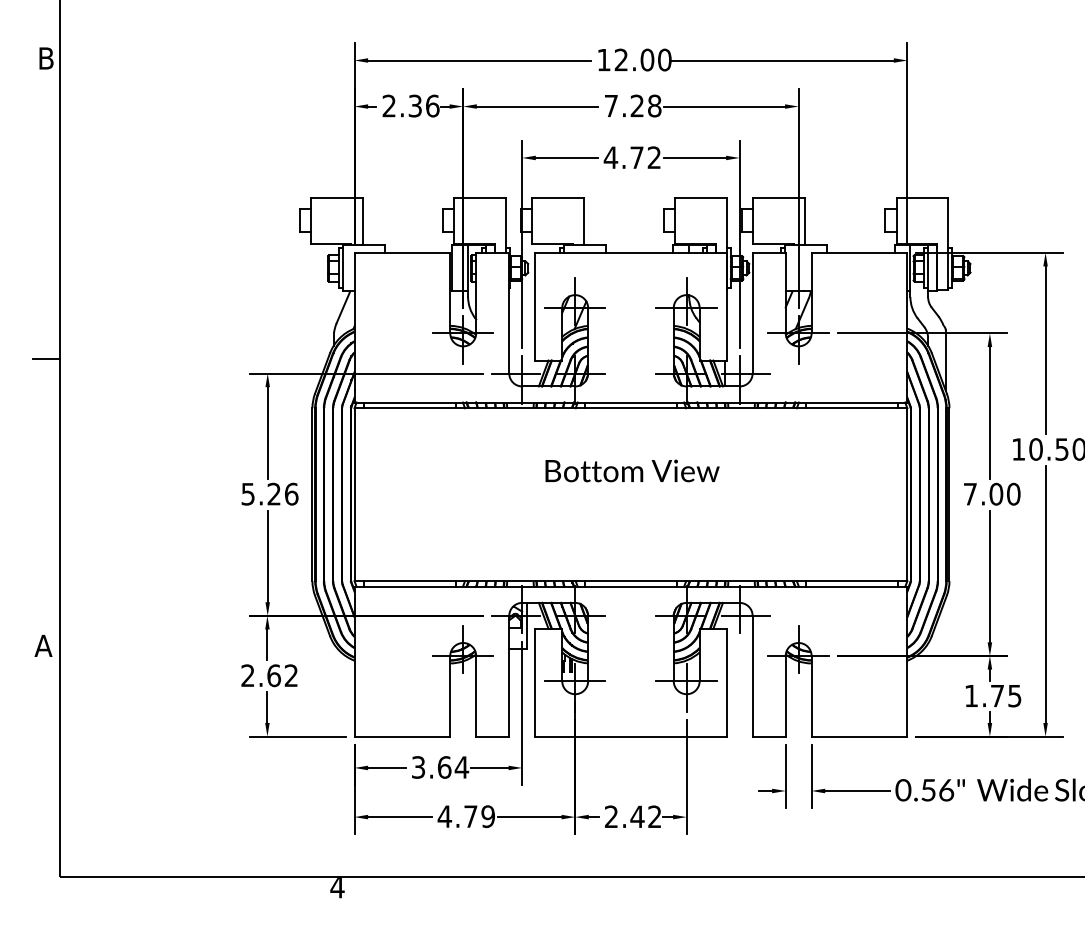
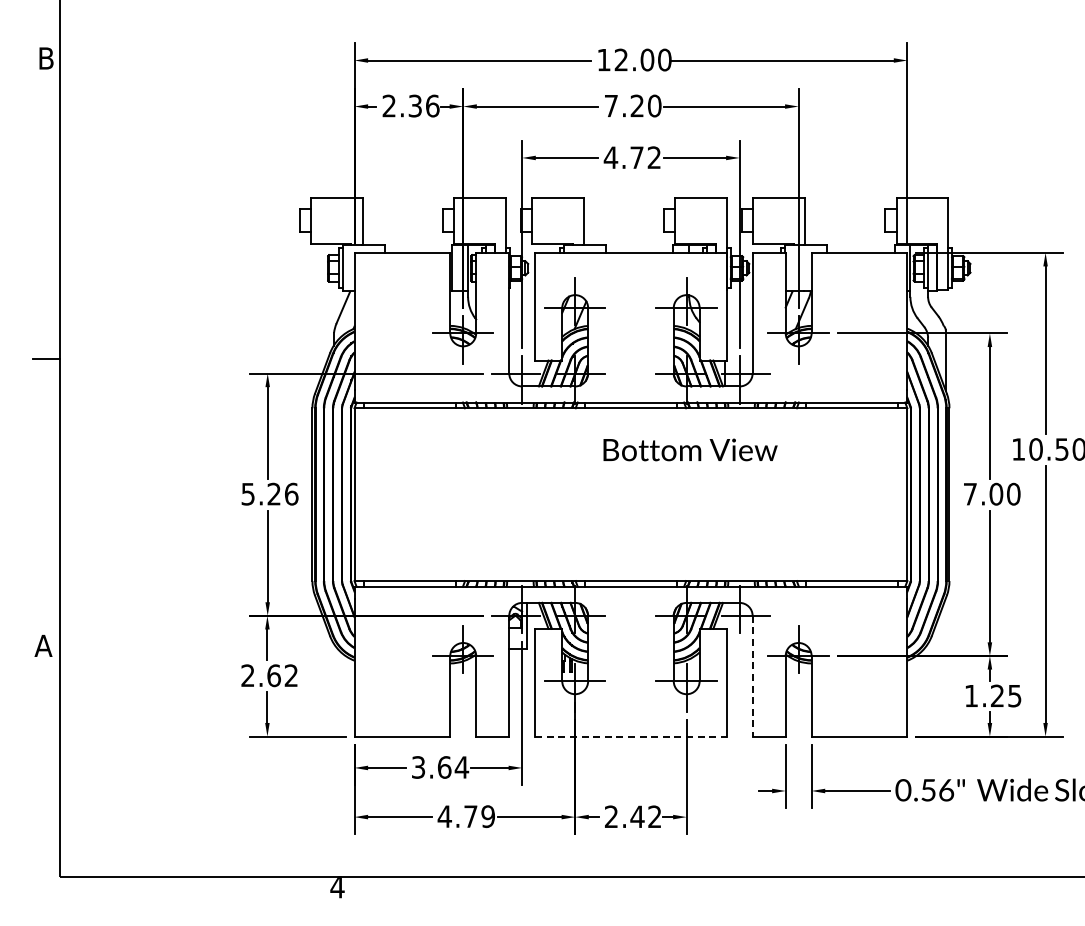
text at (654, 106): 7.28 -> 7.20
text at (632, 470) position: (632, 470) -> (690, 449)
line at (752, 676): solid -> dashed
text at (997, 695): 1.75 -> 1.25
line at (630, 736): solid -> dashed
